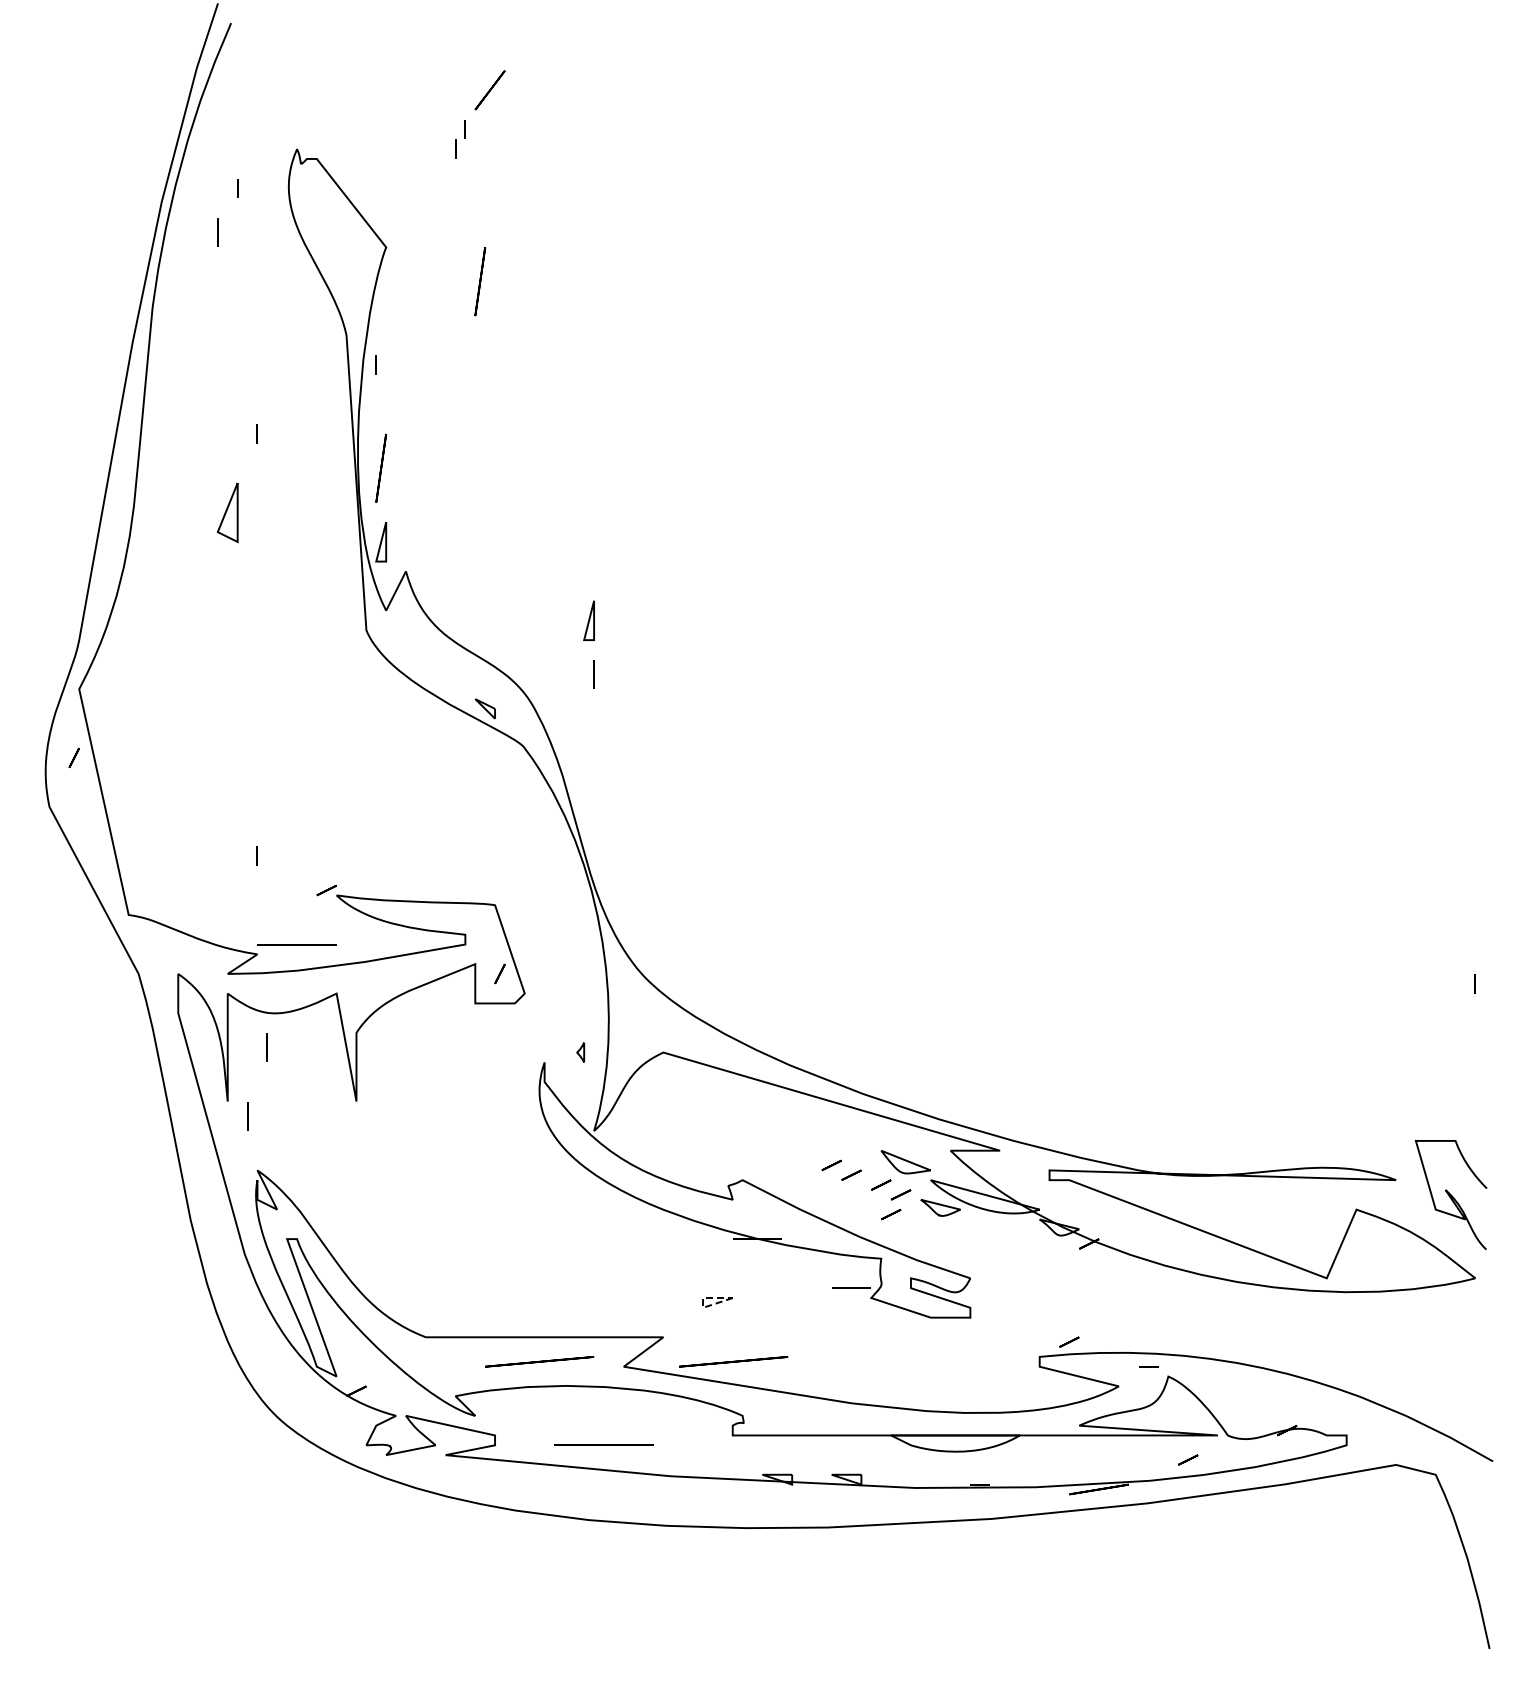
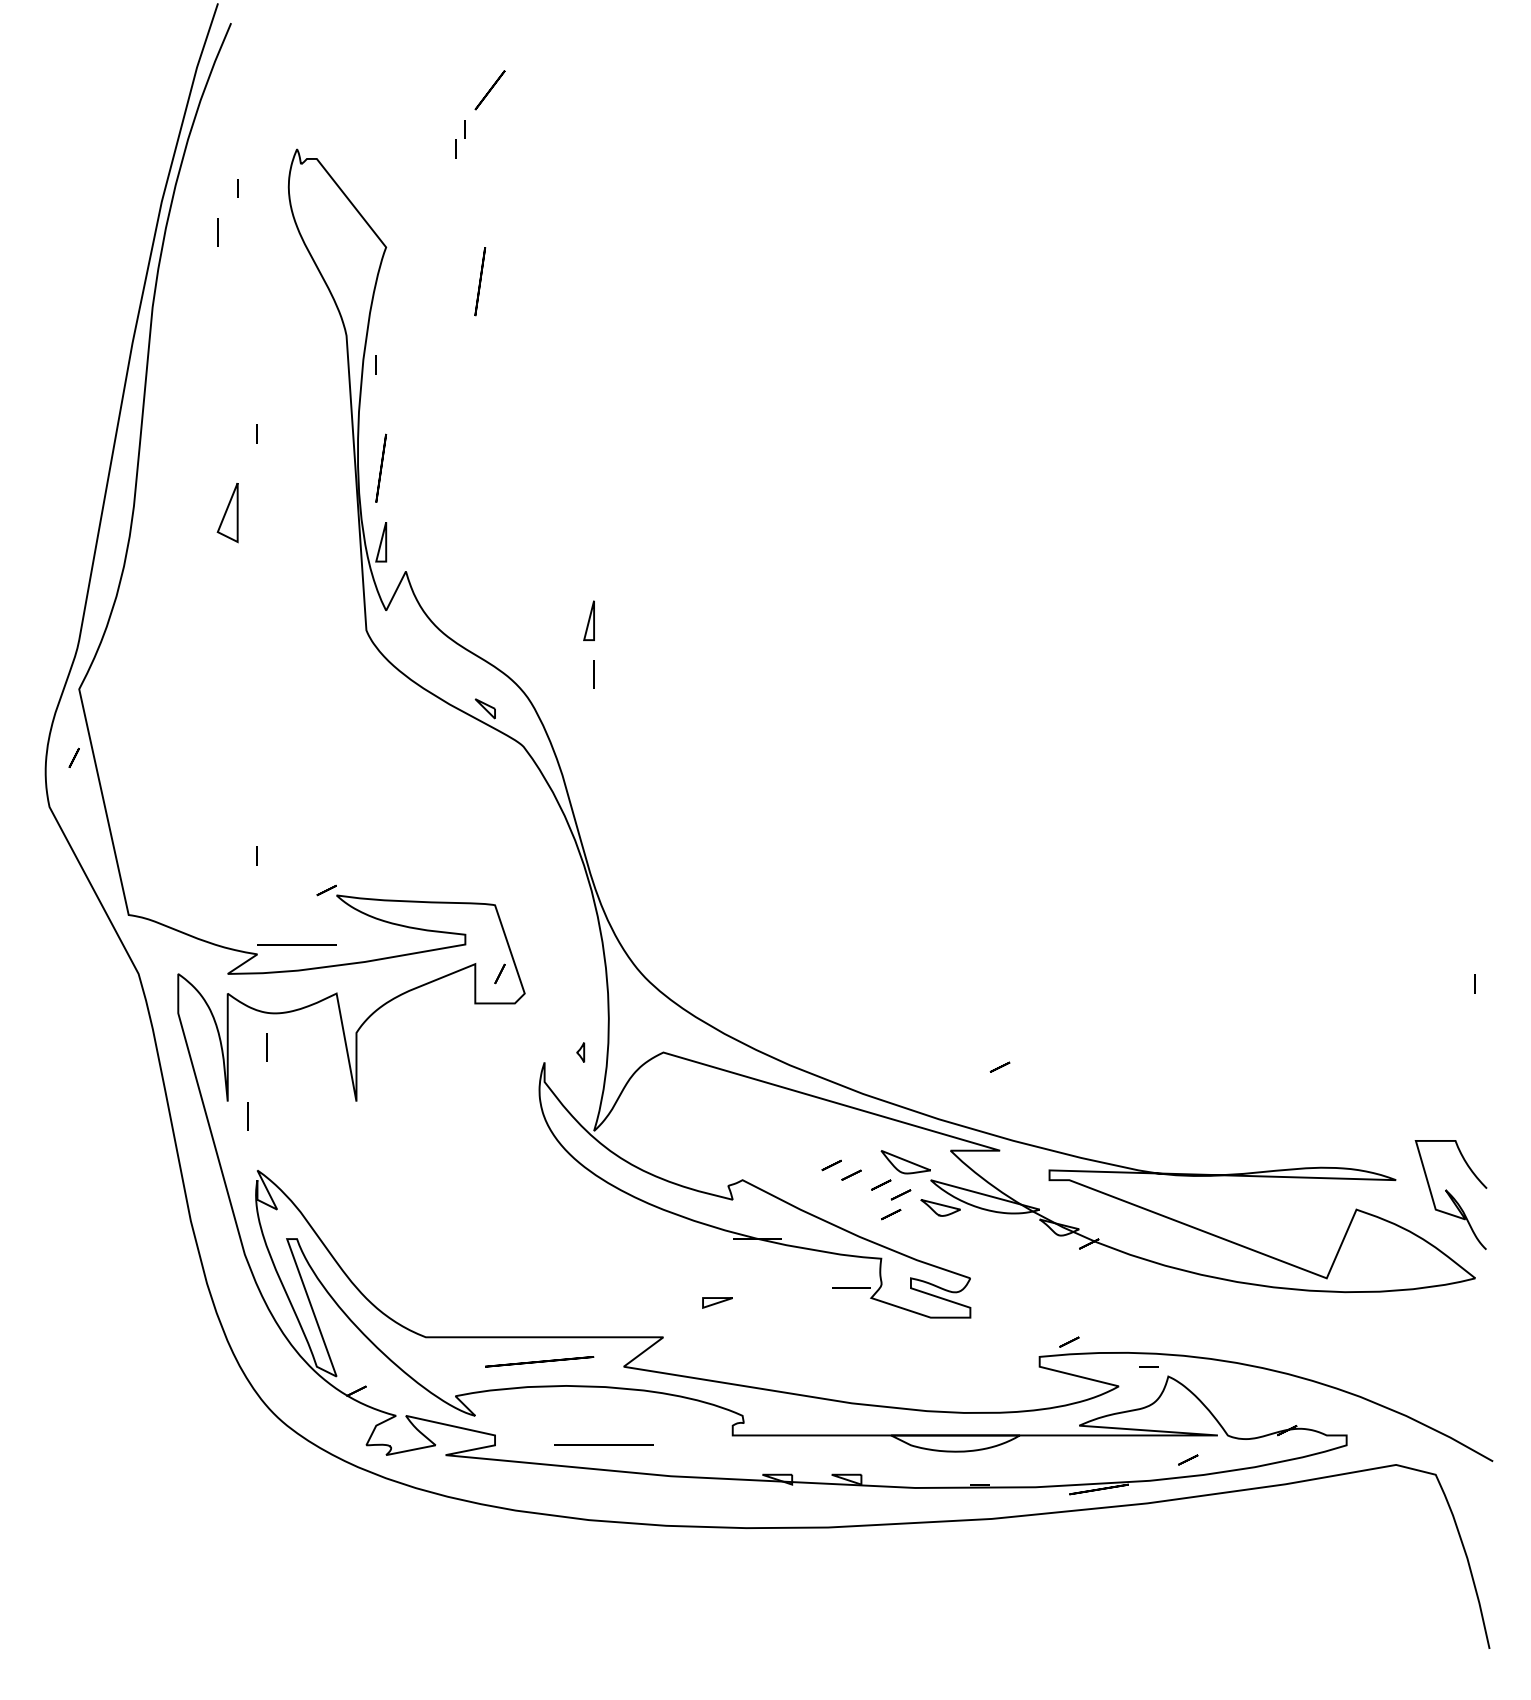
line at (999, 1066): none -> present
line at (703, 1303): dashed -> solid
line at (733, 1361): present -> none
